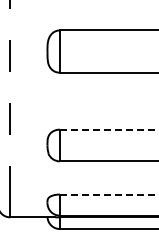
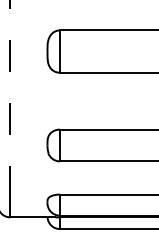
line at (109, 129): dashed -> solid
line at (109, 194): dashed -> solid
